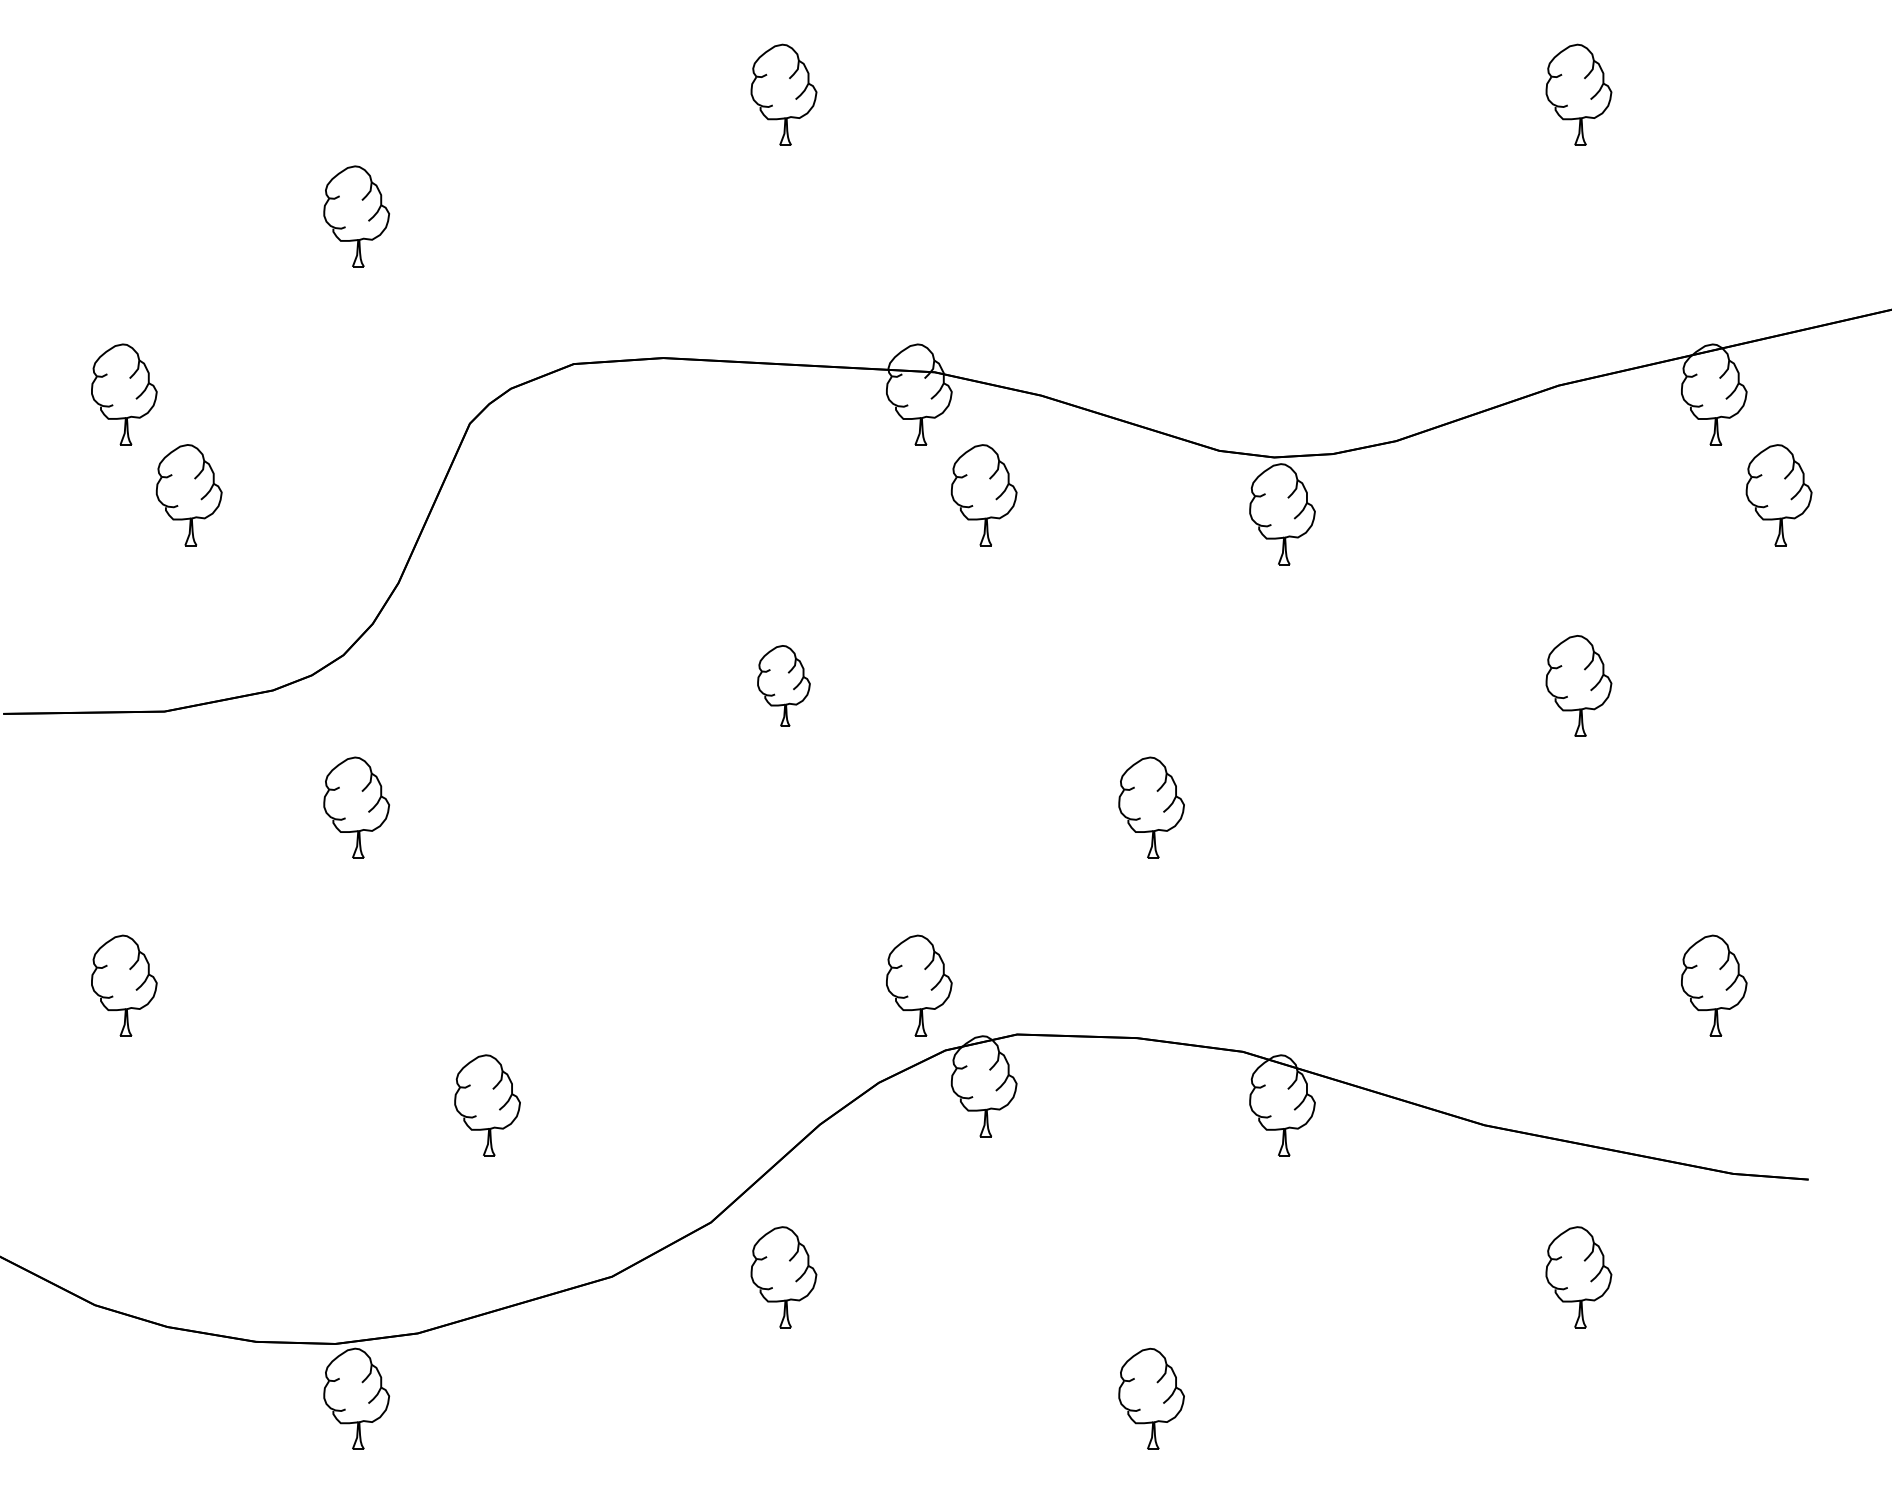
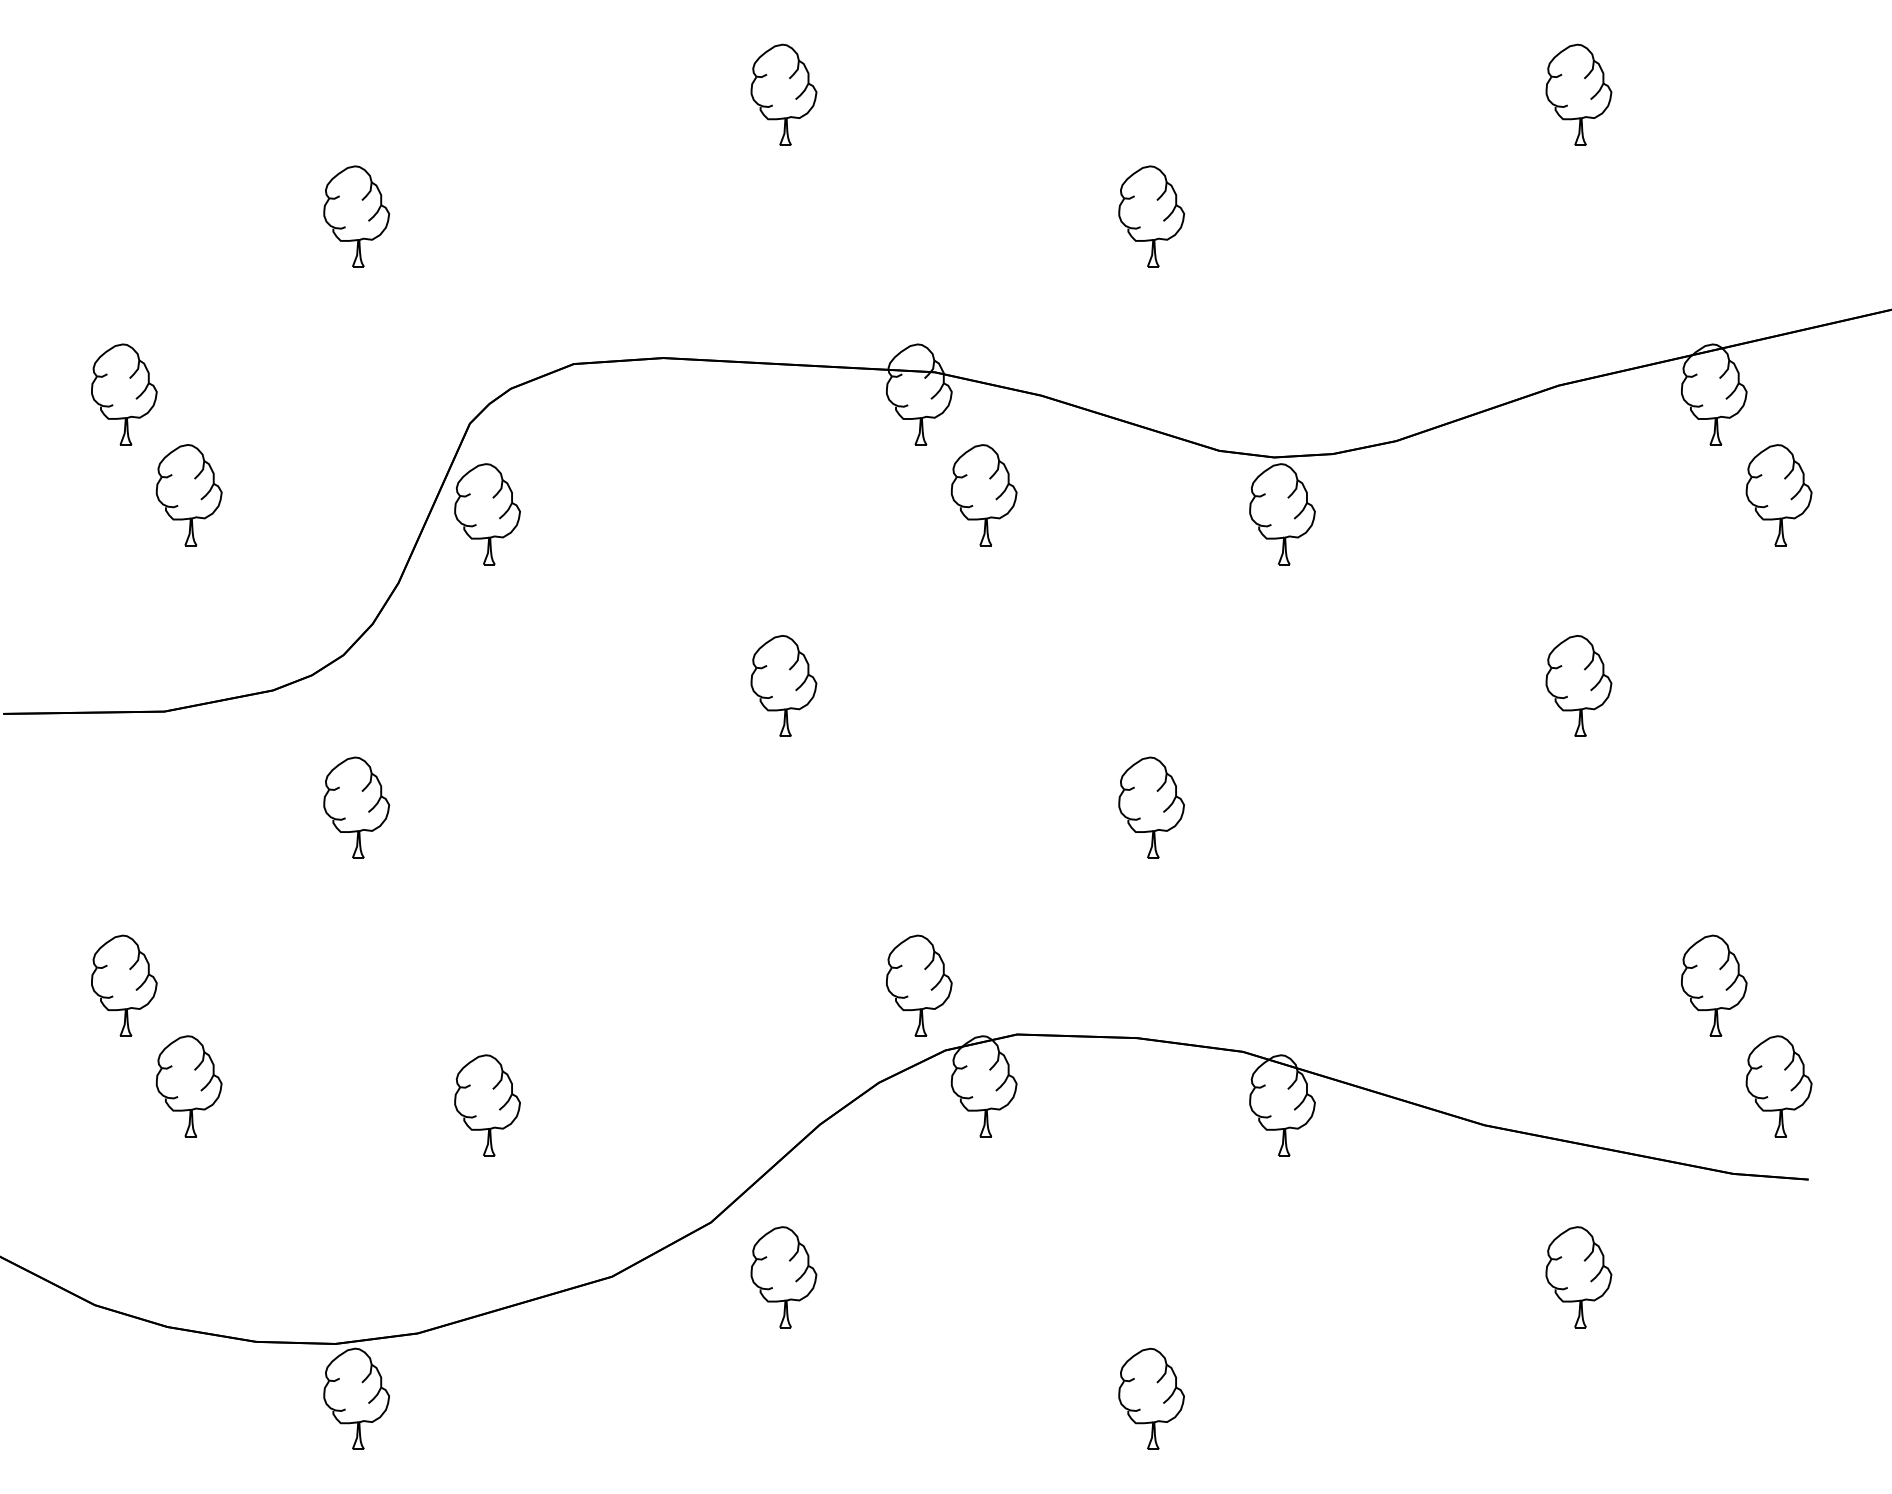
part at (1151, 216): none -> present
part at (487, 514): none -> present
part at (783, 685) size: 54x82 px -> 68x102 px
part at (188, 1086): none -> present
part at (1778, 1086): none -> present
